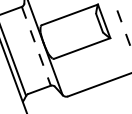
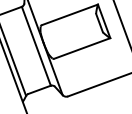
line at (122, 25): dashed -> solid
line at (36, 46): dashed -> solid
